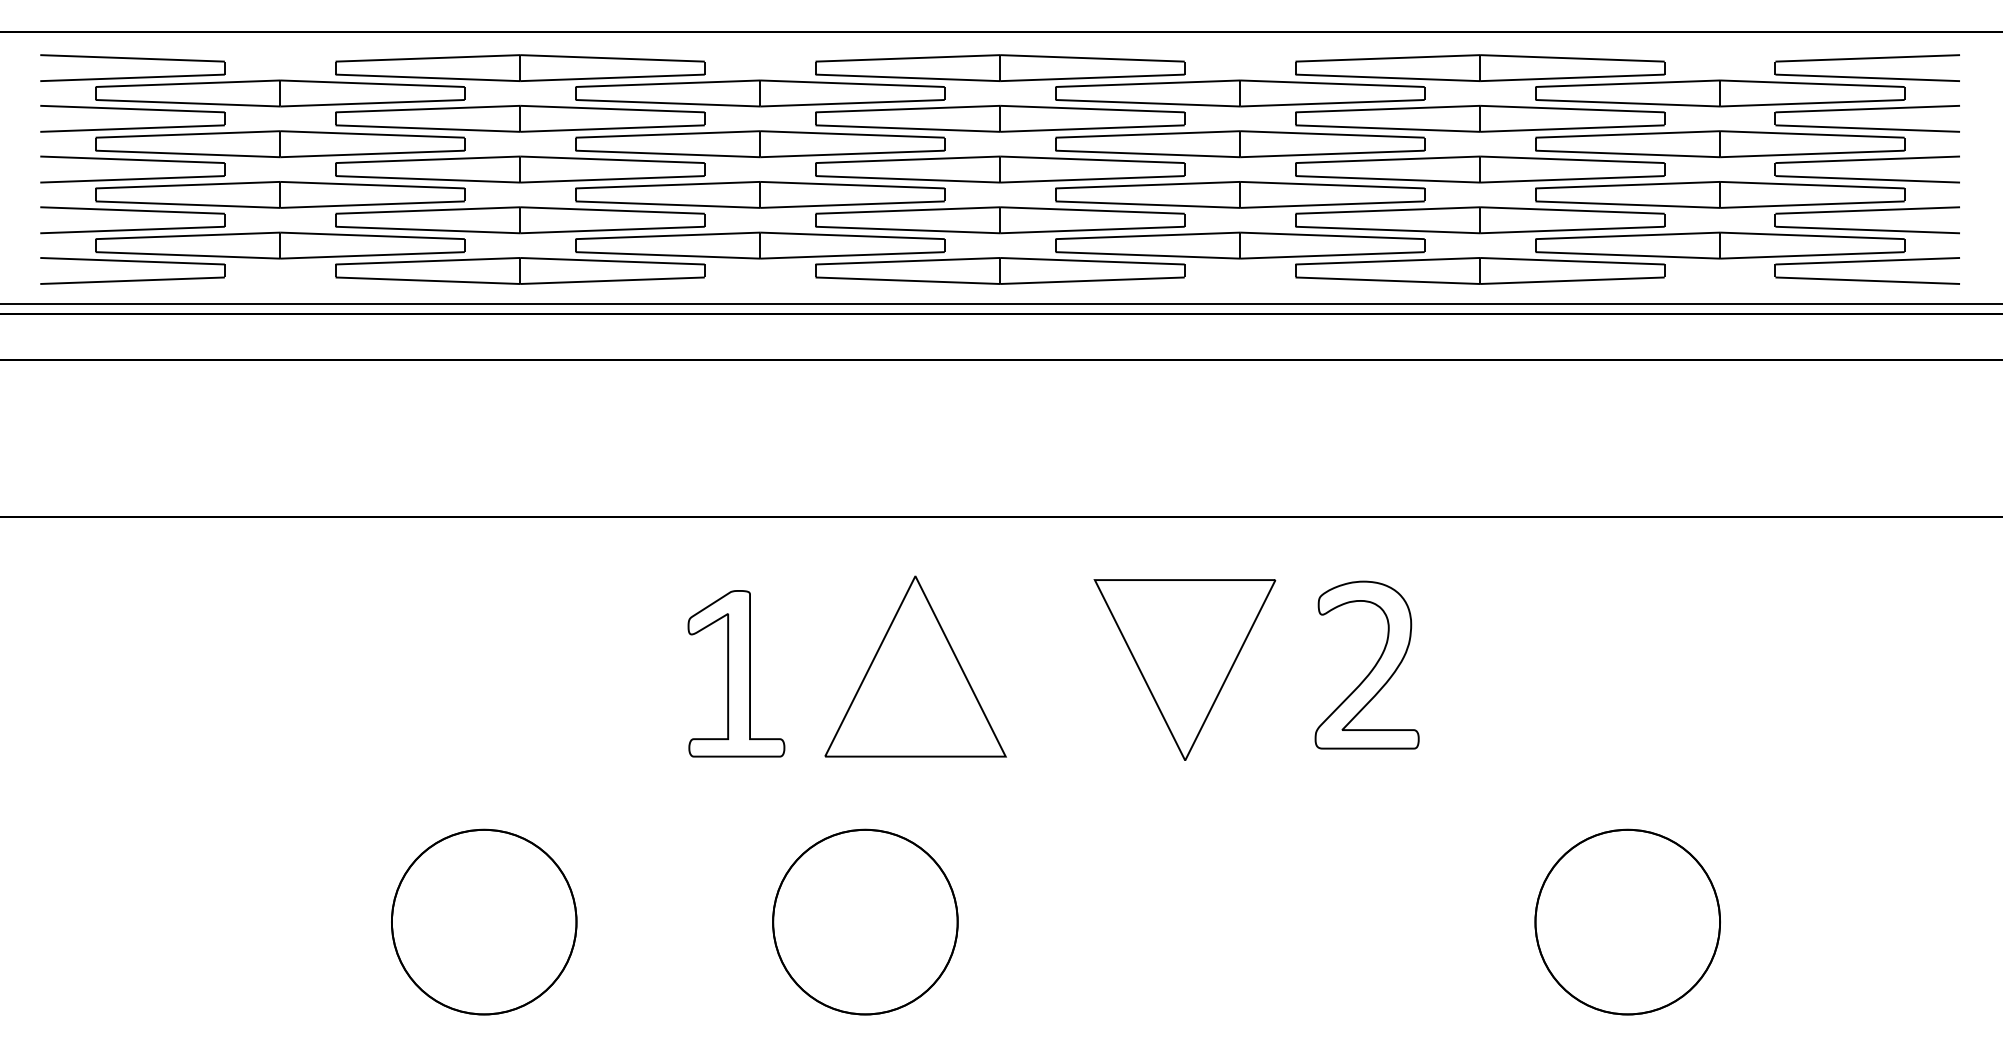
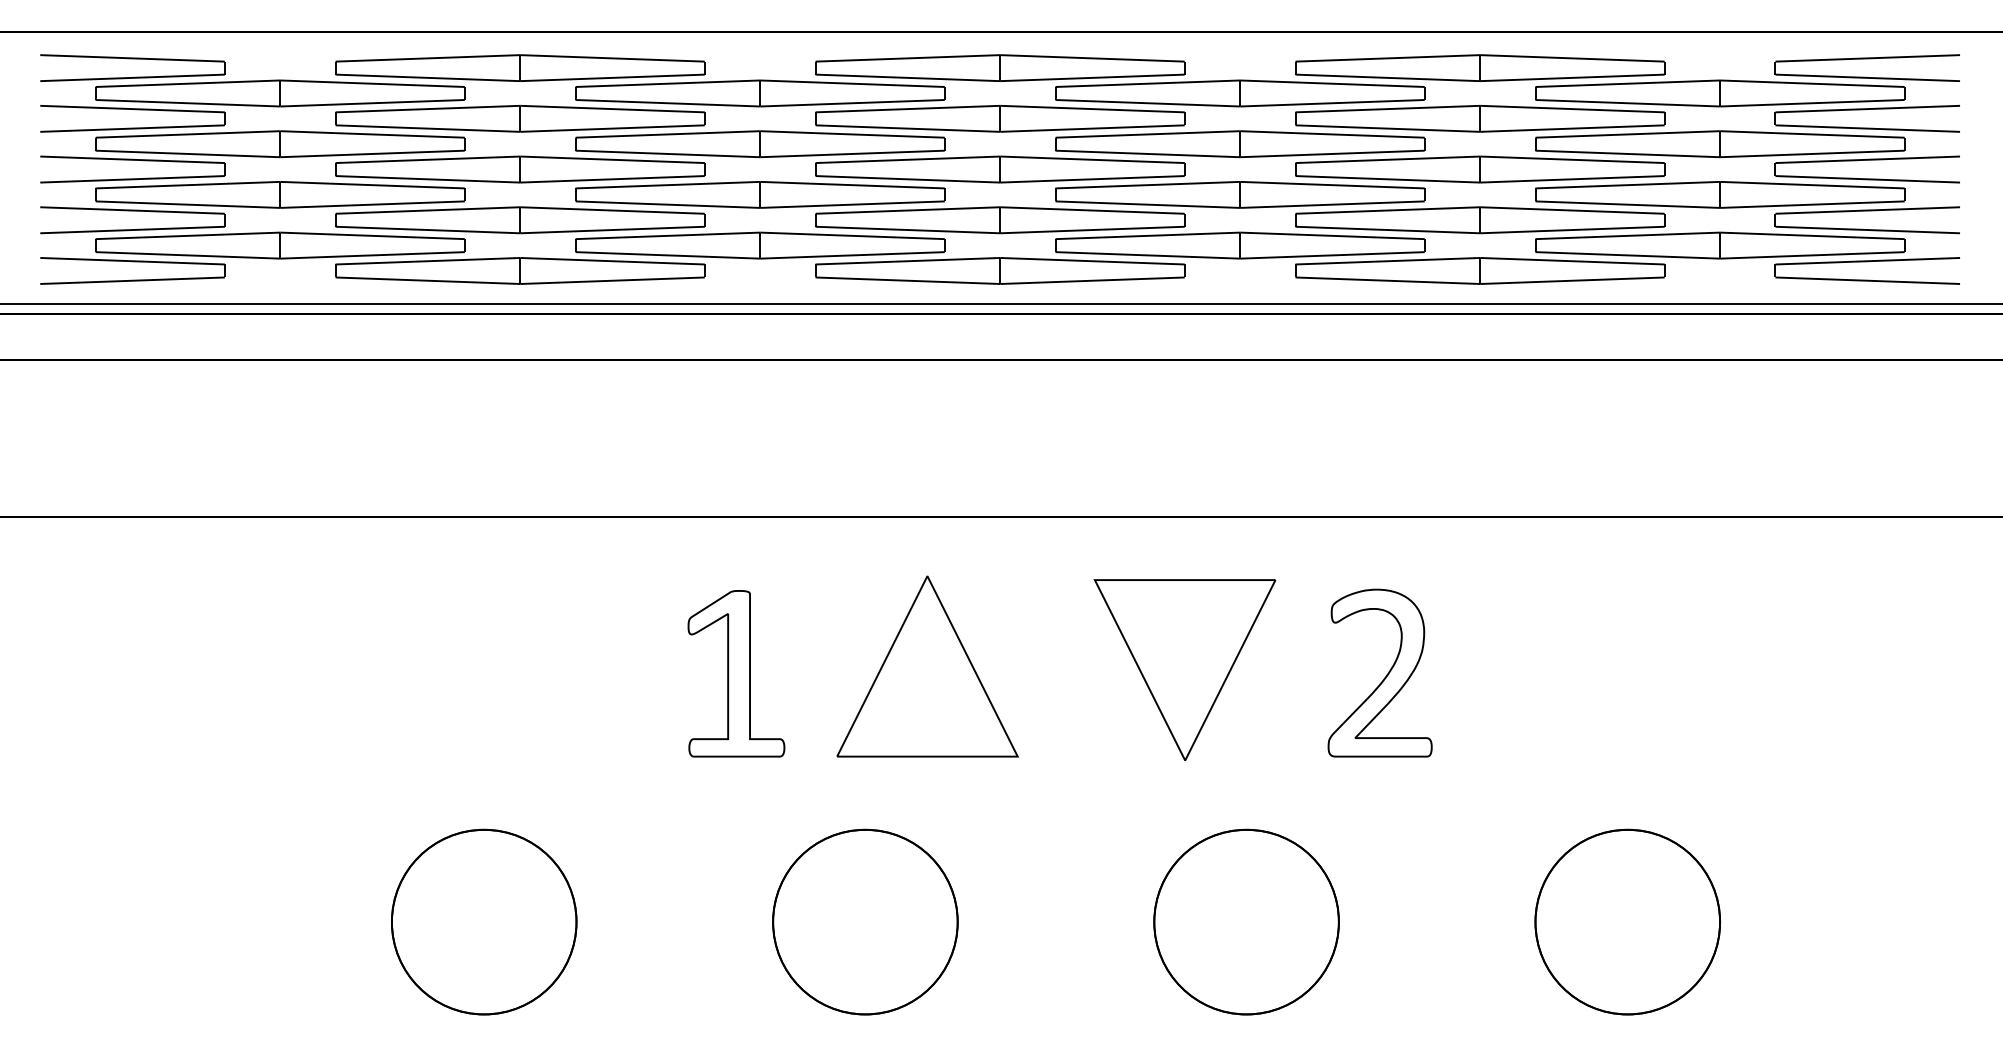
part at (915, 666) position: (915, 666) -> (927, 666)
part at (1371, 669) position: (1371, 669) -> (1384, 677)
part at (1246, 921): none -> present
